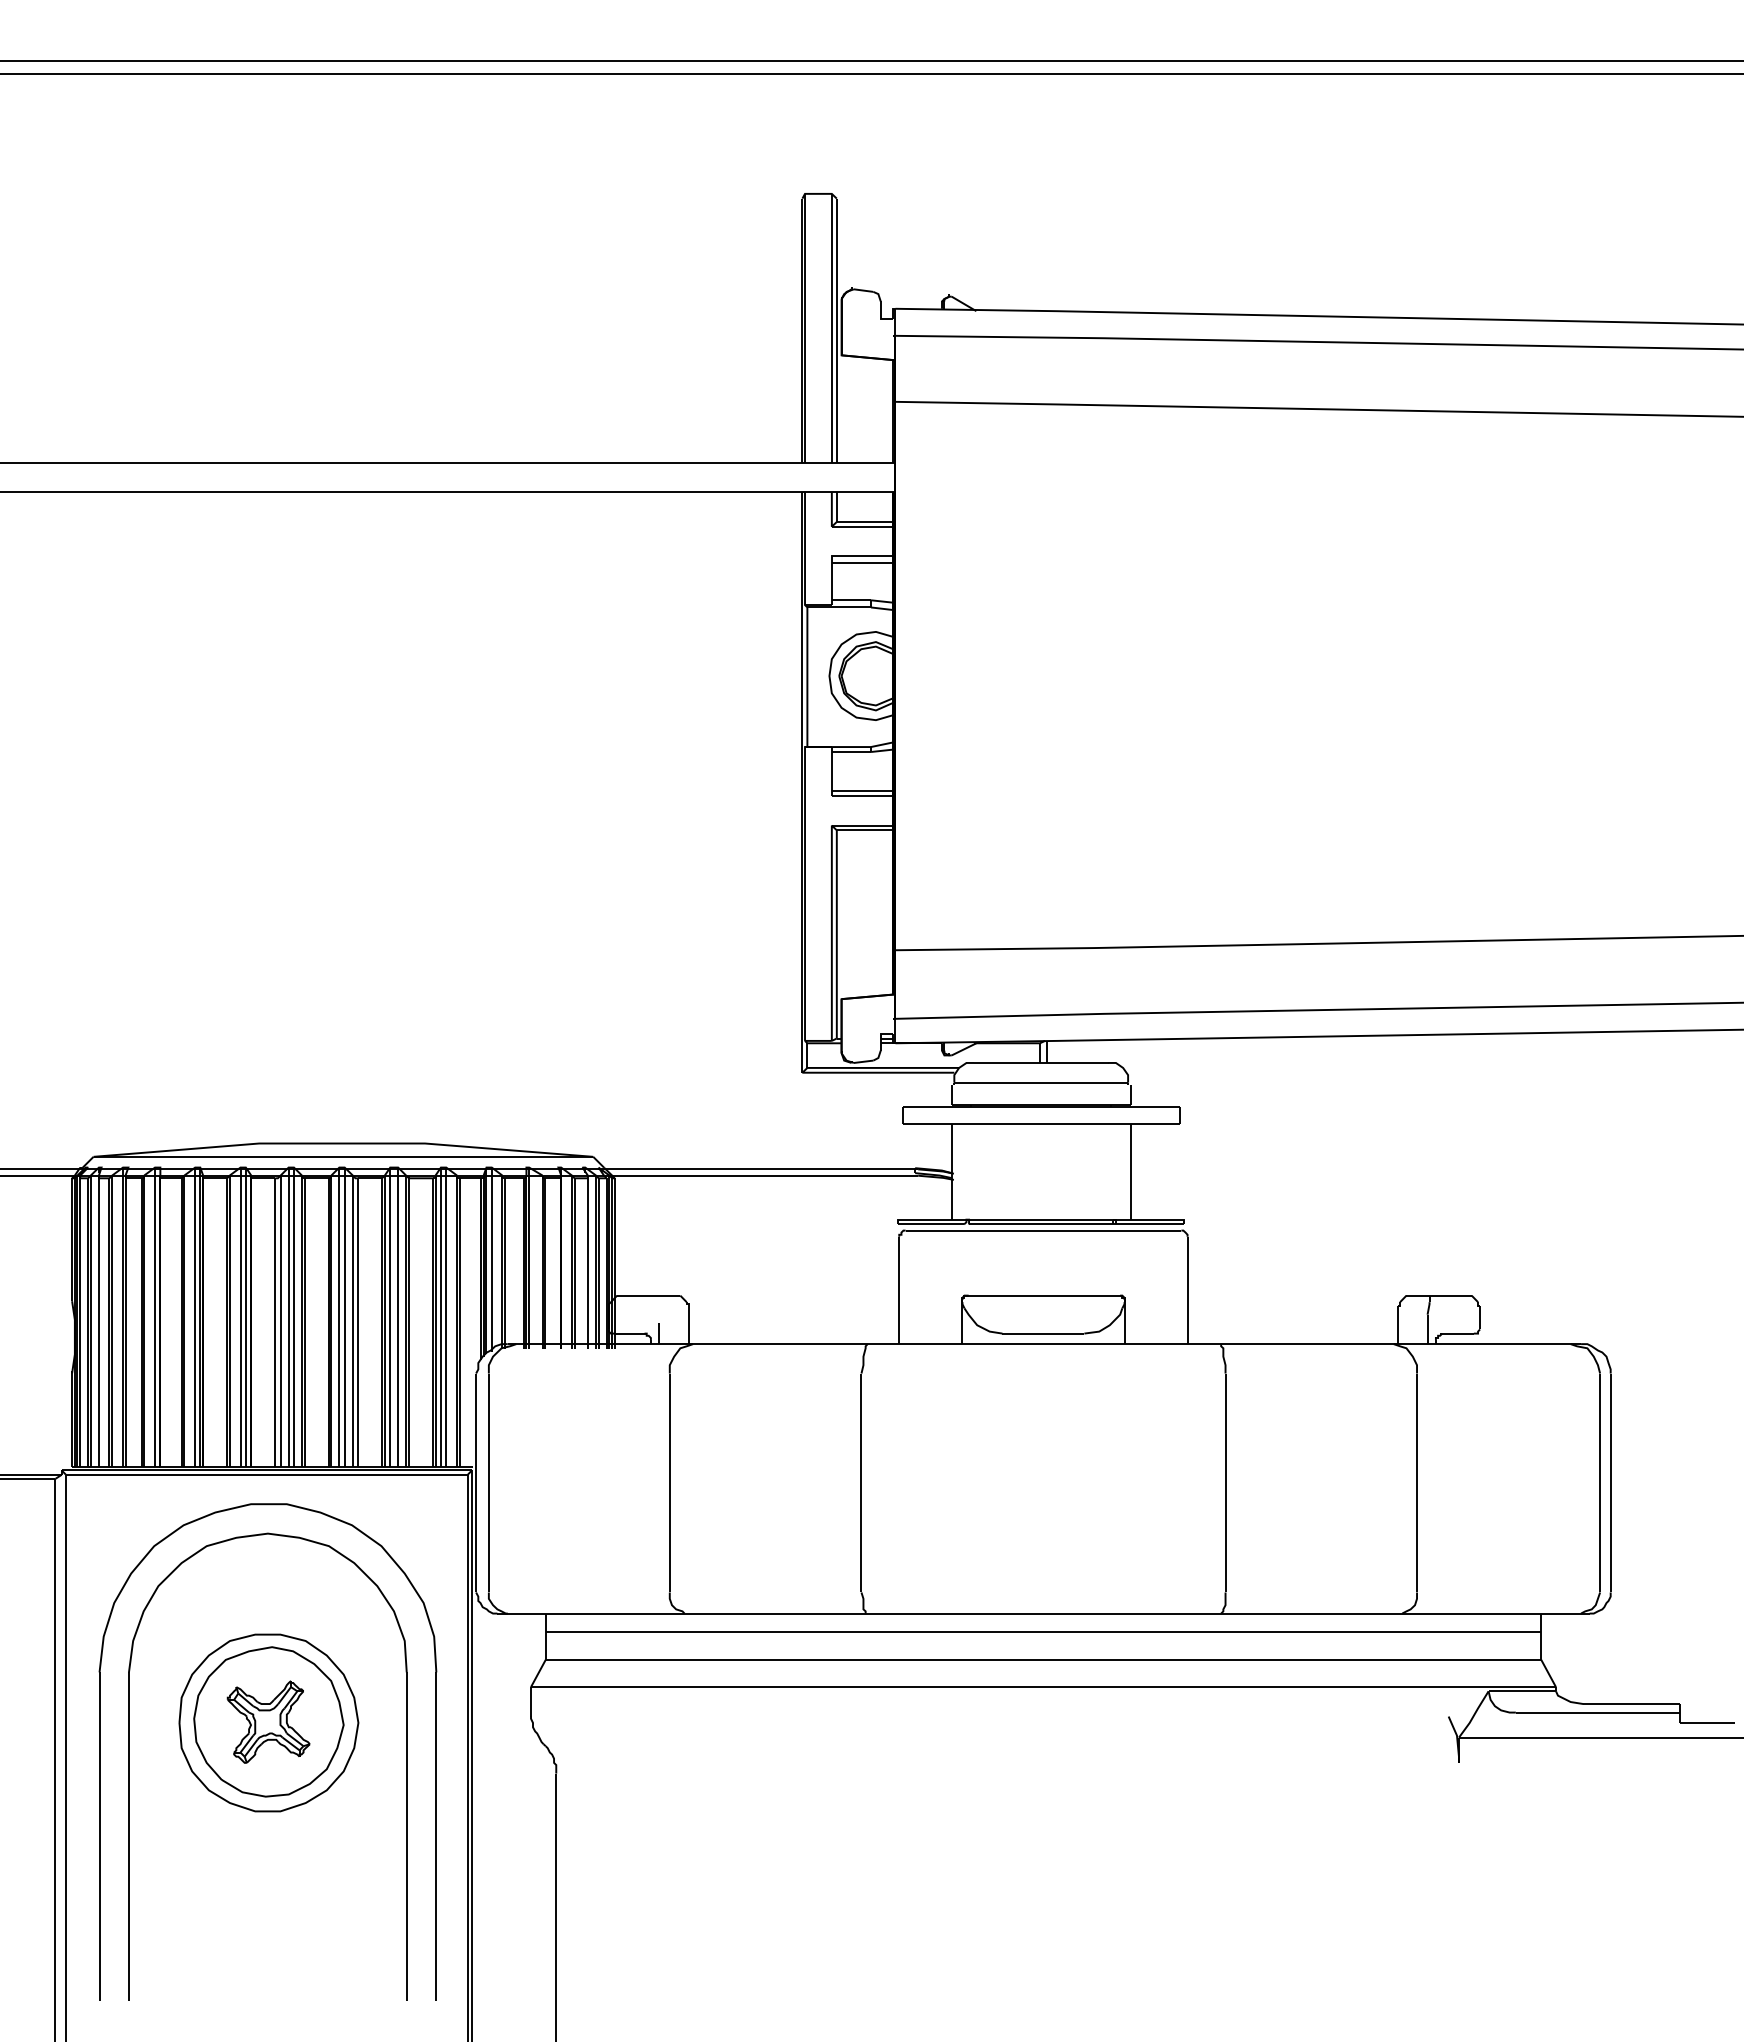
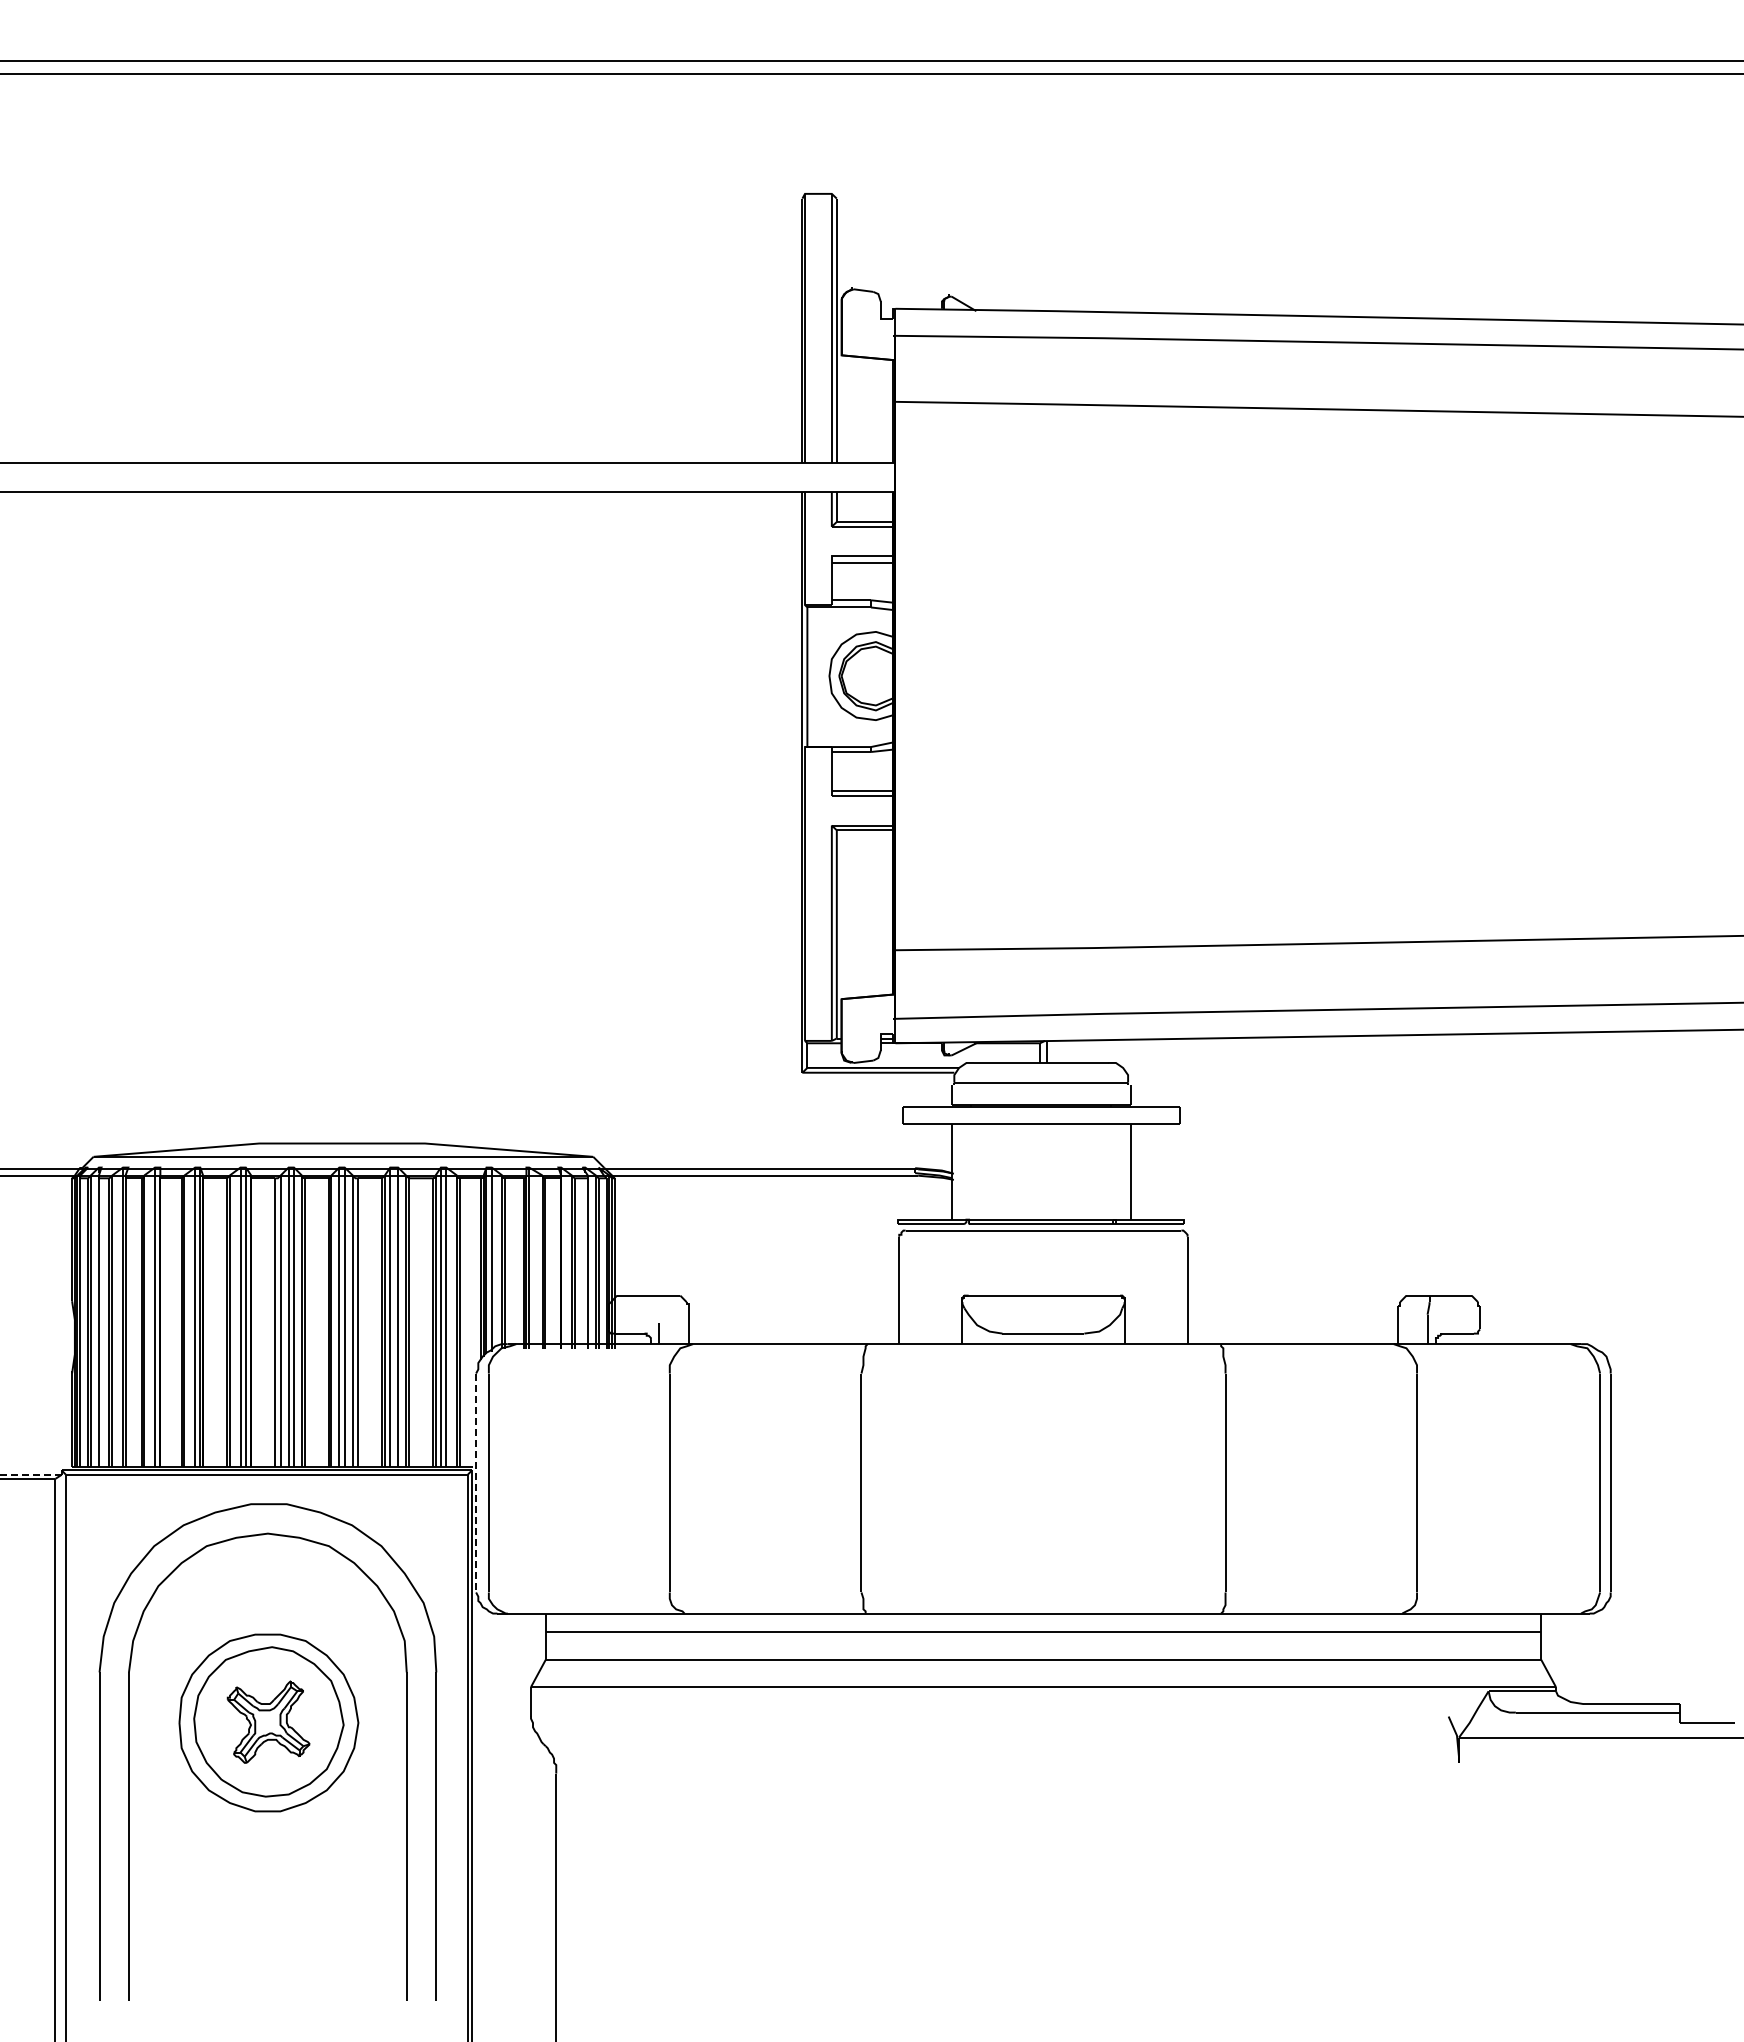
line at (30, 1474): solid -> dashed
line at (476, 1483): solid -> dashed
